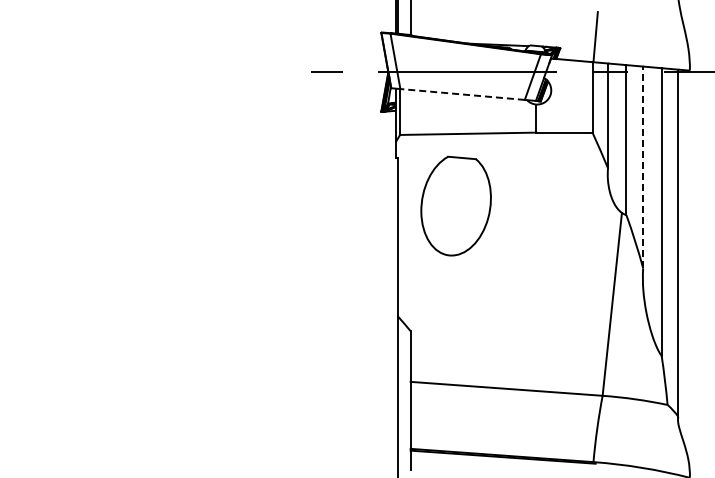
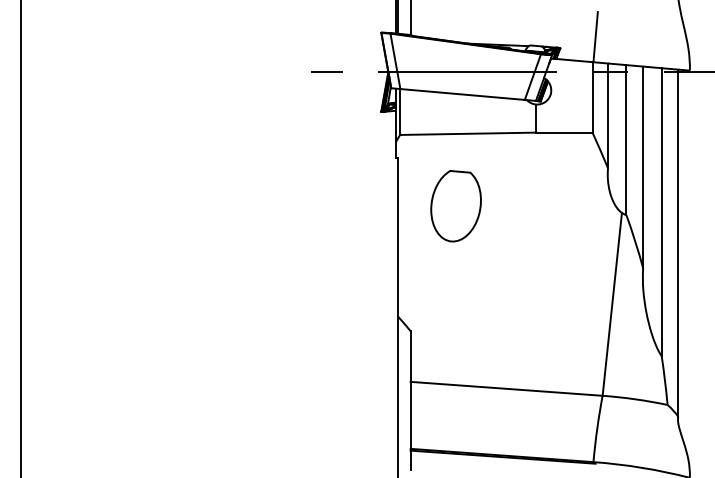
line at (462, 94): dashed -> solid
line at (643, 167): dashed -> solid
part at (455, 205) size: 72x102 px -> 52x73 px
line at (21, 238): none -> present
